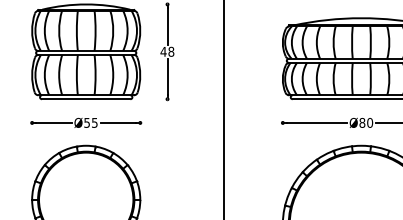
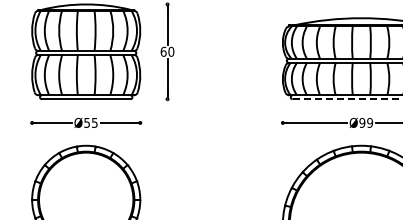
text at (167, 51): 48 -> 60
line at (347, 99): solid -> dashed
line at (223, 109): present -> none
text at (365, 122): Ø80 -> Ø99
